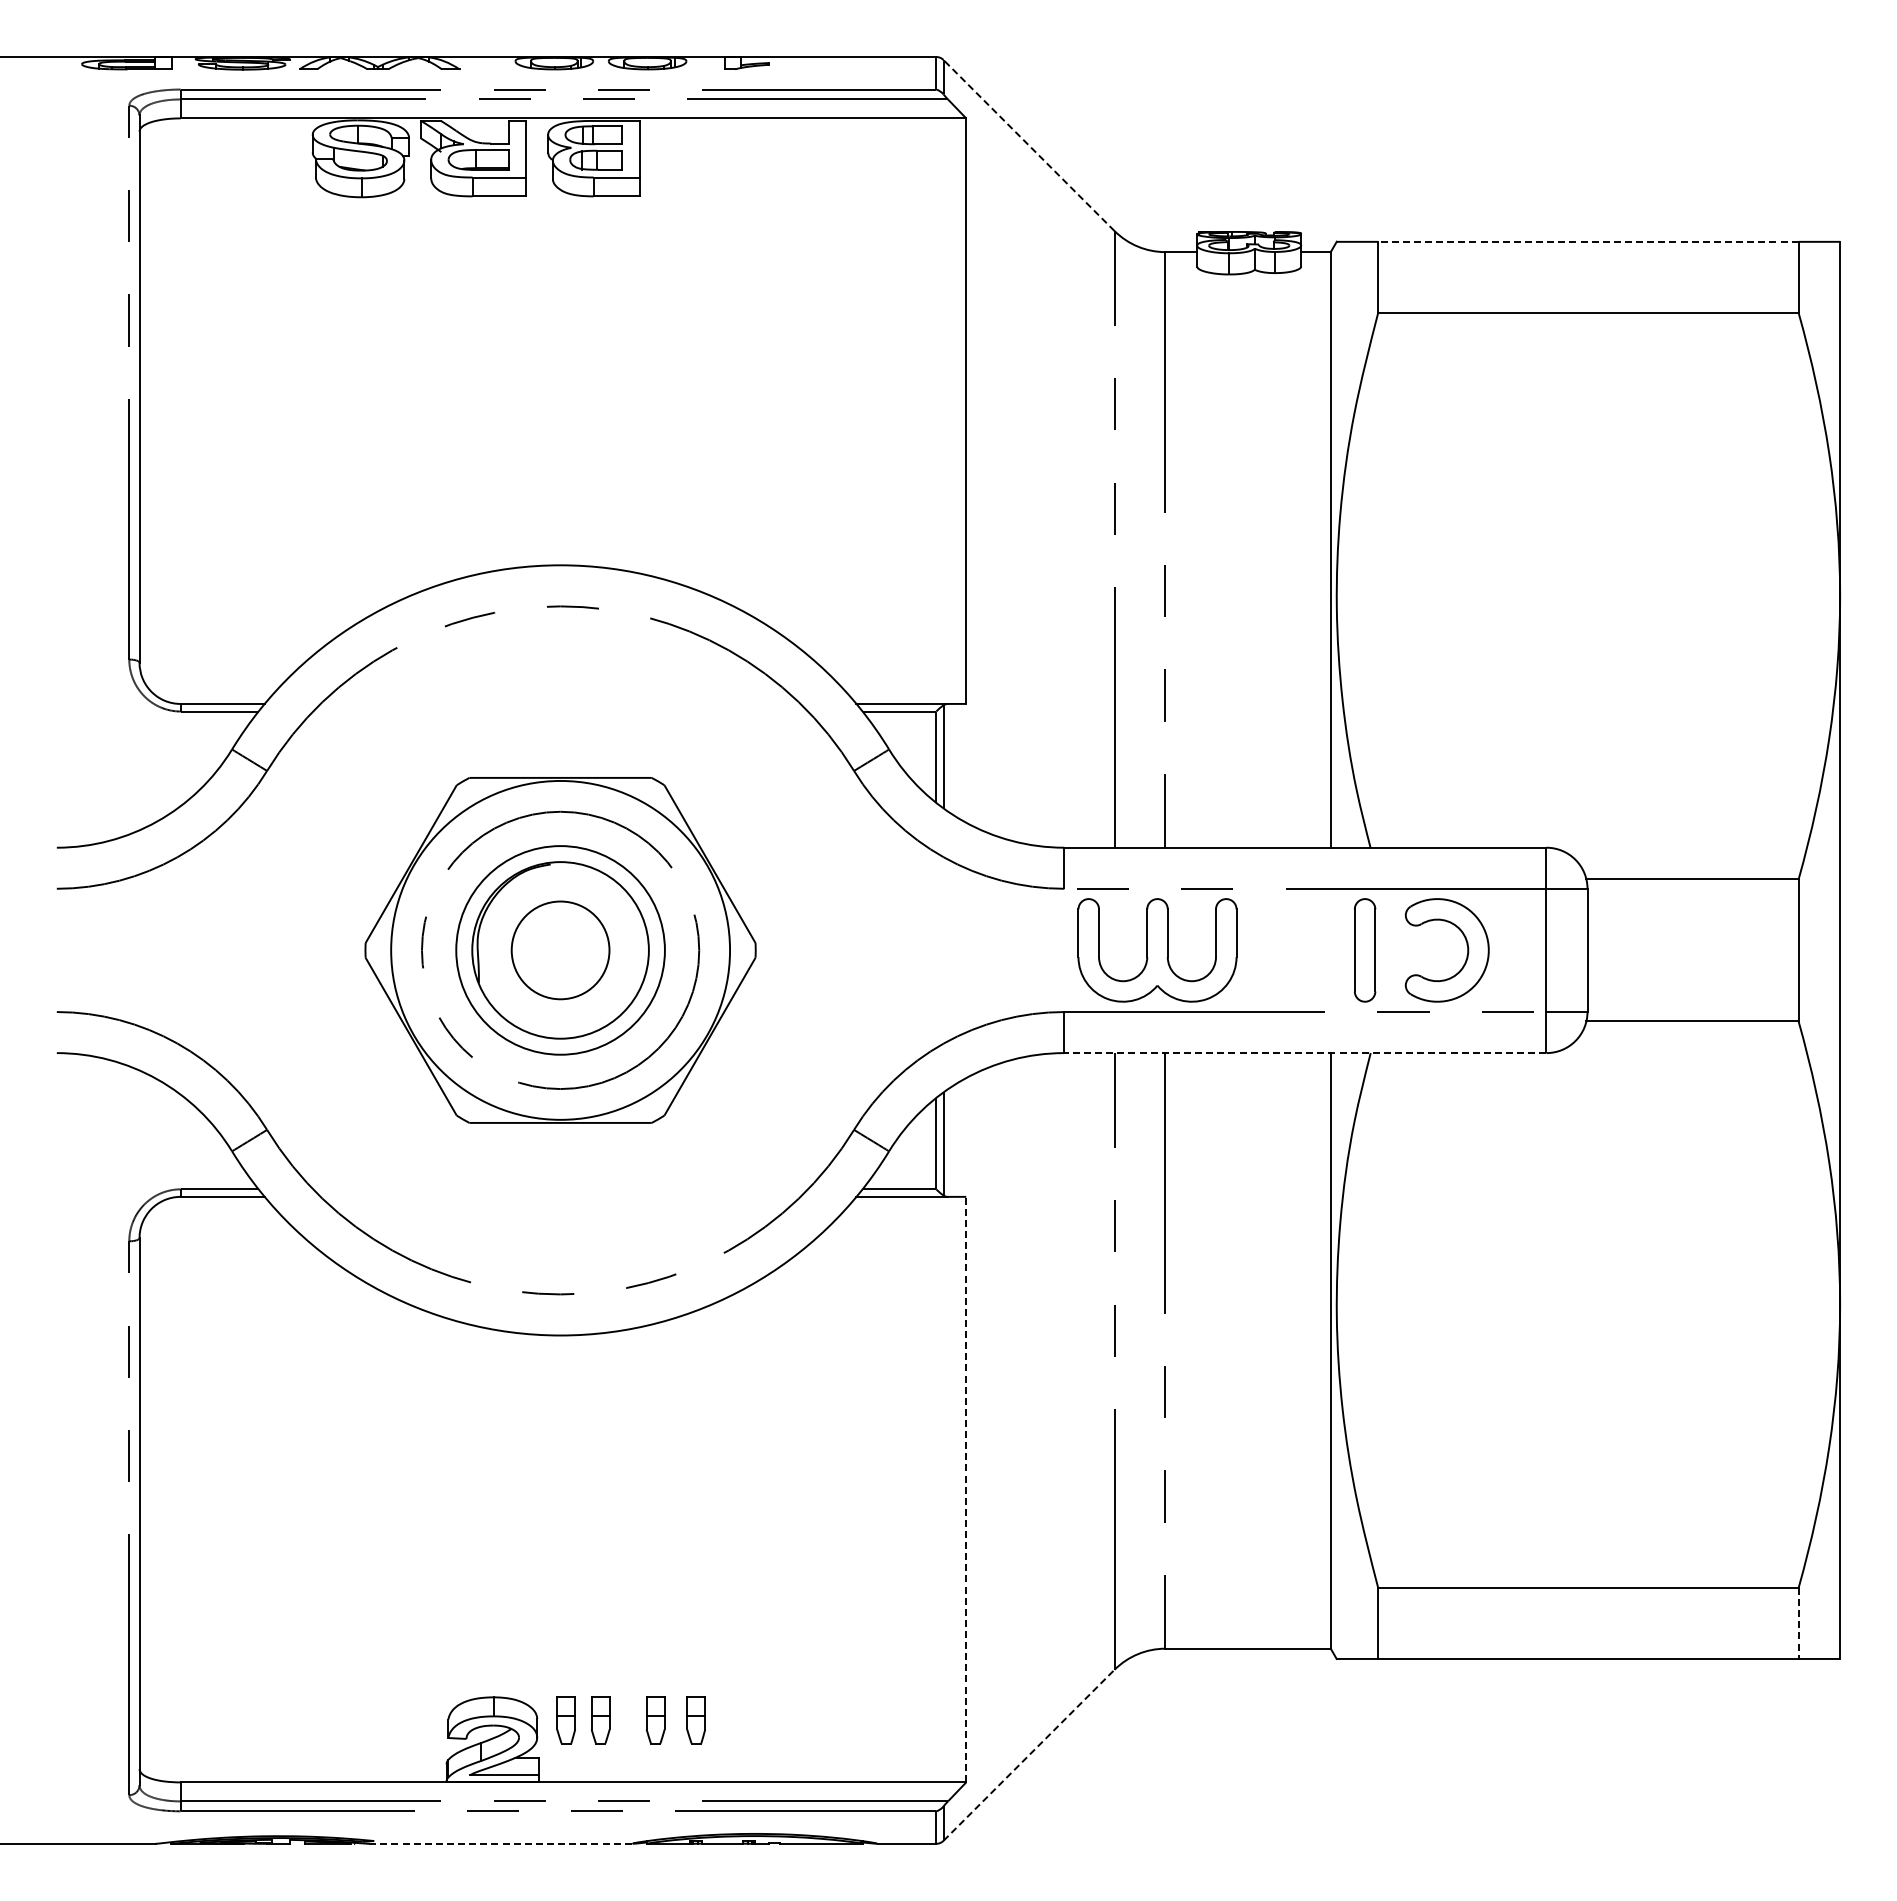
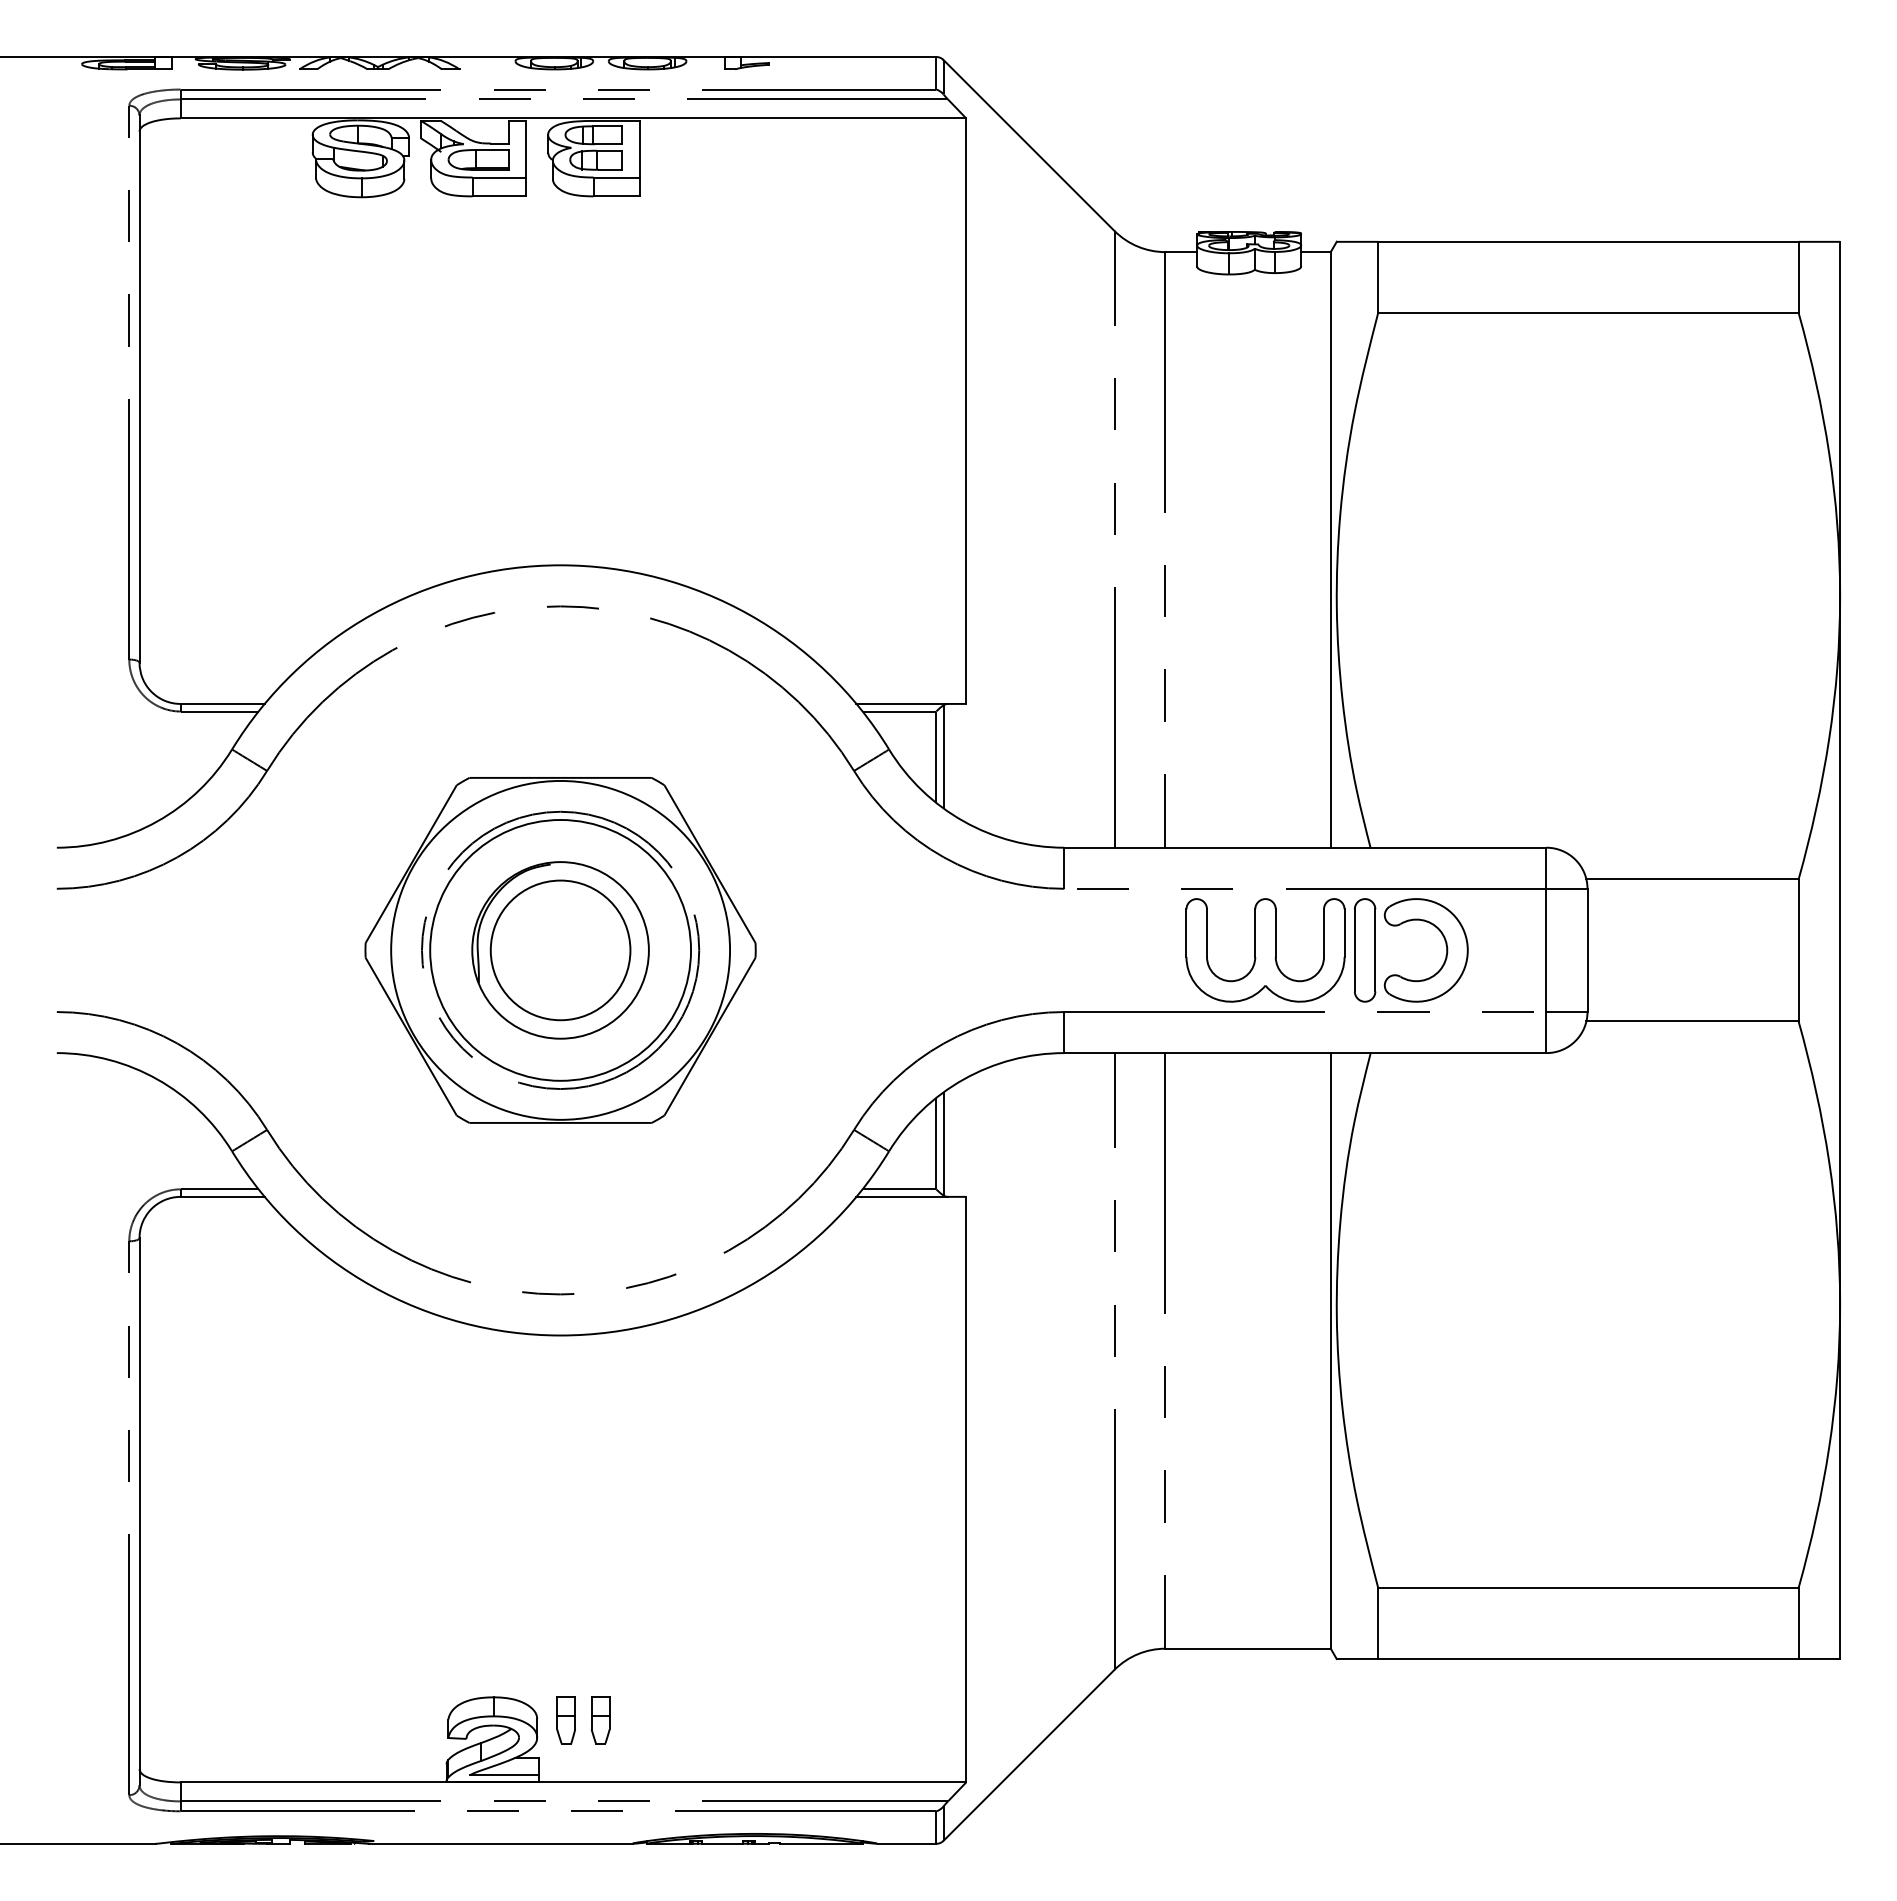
line at (1029, 145): dashed -> solid
line at (1587, 241): dashed -> solid
part at (1466, 945) position: (1466, 945) -> (1445, 945)
circle at (560, 950) diameter: 209 px -> 261 px
circle at (560, 950) diameter: 98 px -> 140 px
part at (1157, 950) position: (1157, 950) -> (1265, 950)
line at (1304, 1053): dashed -> solid
line at (966, 1489): dashed -> solid
line at (1798, 1624): dashed -> solid
part at (655, 1720): present -> none
part at (695, 1720): present -> none
line at (1029, 1755): dashed -> solid
line at (501, 1843): dashed -> solid
